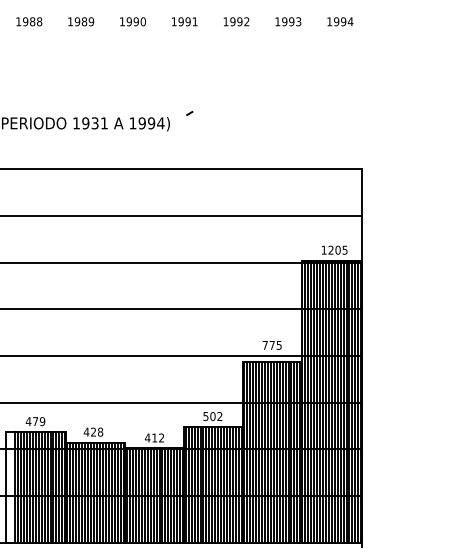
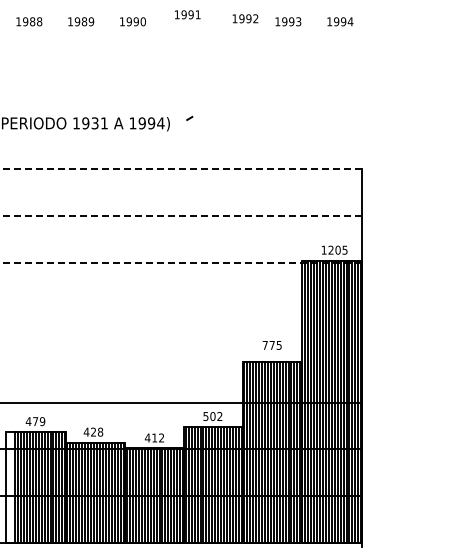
text at (184, 21) position: (184, 21) -> (187, 14)
text at (236, 21) position: (236, 21) -> (245, 18)
line at (189, 112) position: (189, 112) -> (189, 117)
line at (181, 169): solid -> dashed
line at (181, 216): solid -> dashed
line at (181, 262): solid -> dashed
line at (181, 309): present -> none
line at (181, 356): present -> none
